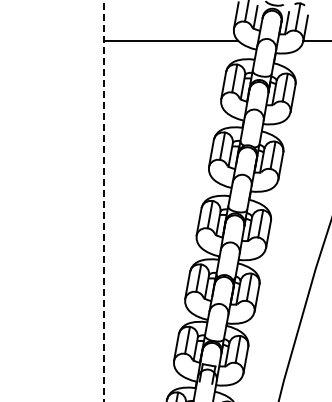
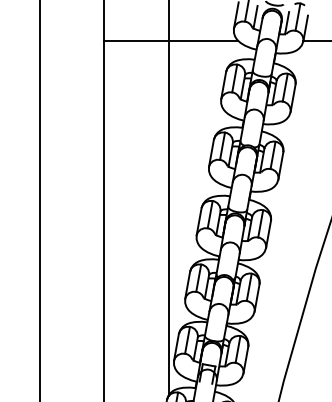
line at (168, 198): none -> present
line at (40, 200): none -> present
line at (104, 200): dashed -> solid
